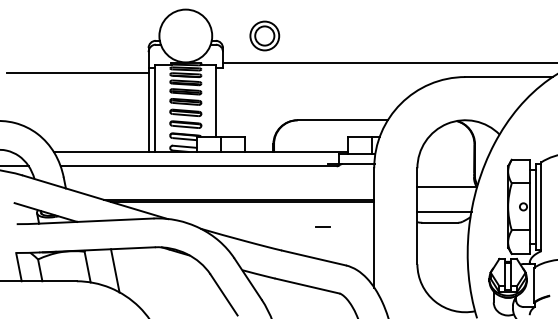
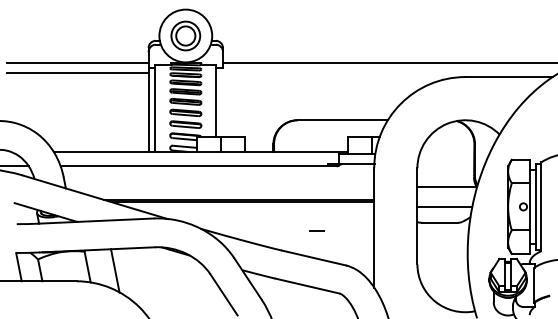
part at (264, 35) position: (264, 35) -> (185, 35)
line at (77, 62): none -> present
line at (444, 211) position: (444, 211) -> (444, 206)
line at (322, 226) position: (322, 226) -> (316, 230)
